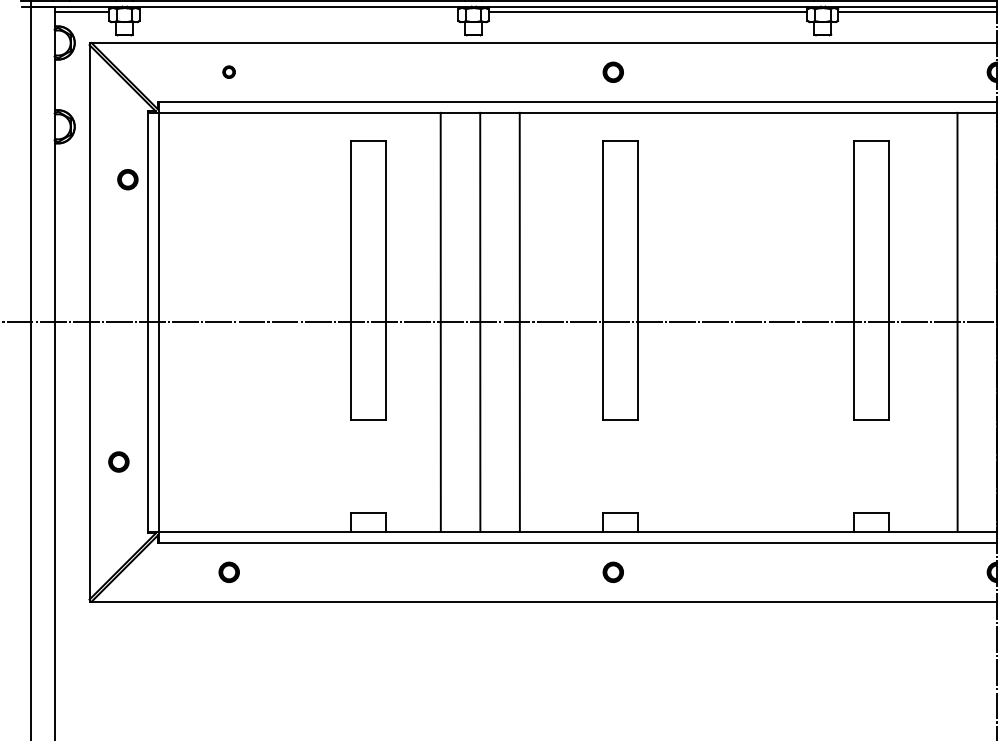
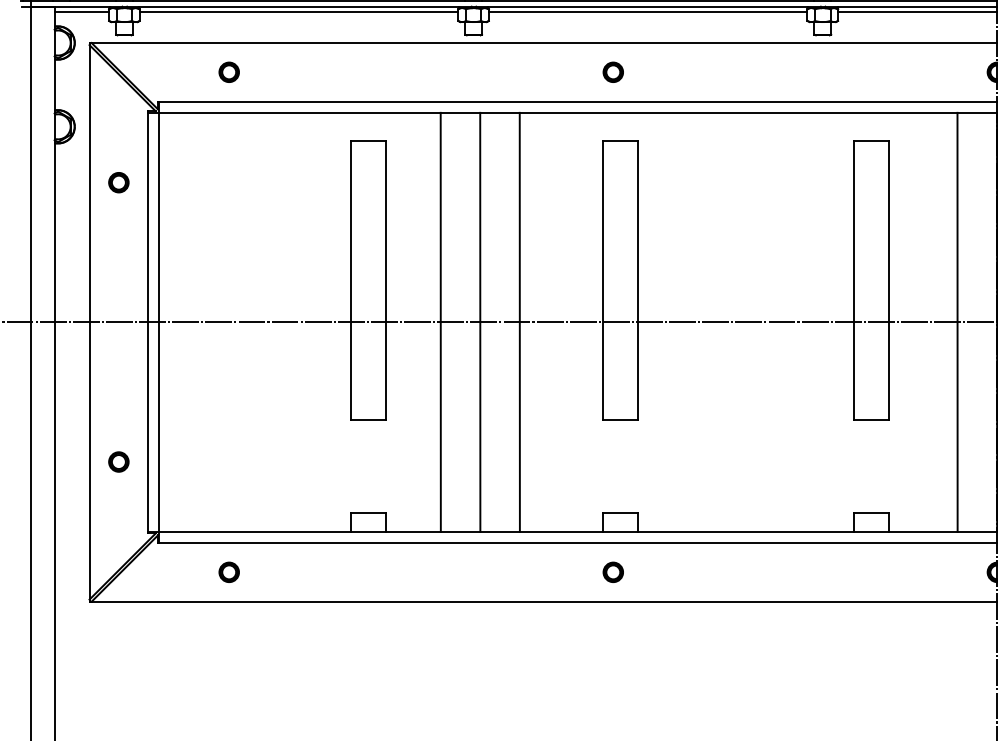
line at (298, 12): none -> present
part at (228, 71) size: 14x14 px -> 22x22 px
part at (127, 179) position: (127, 179) -> (118, 182)
